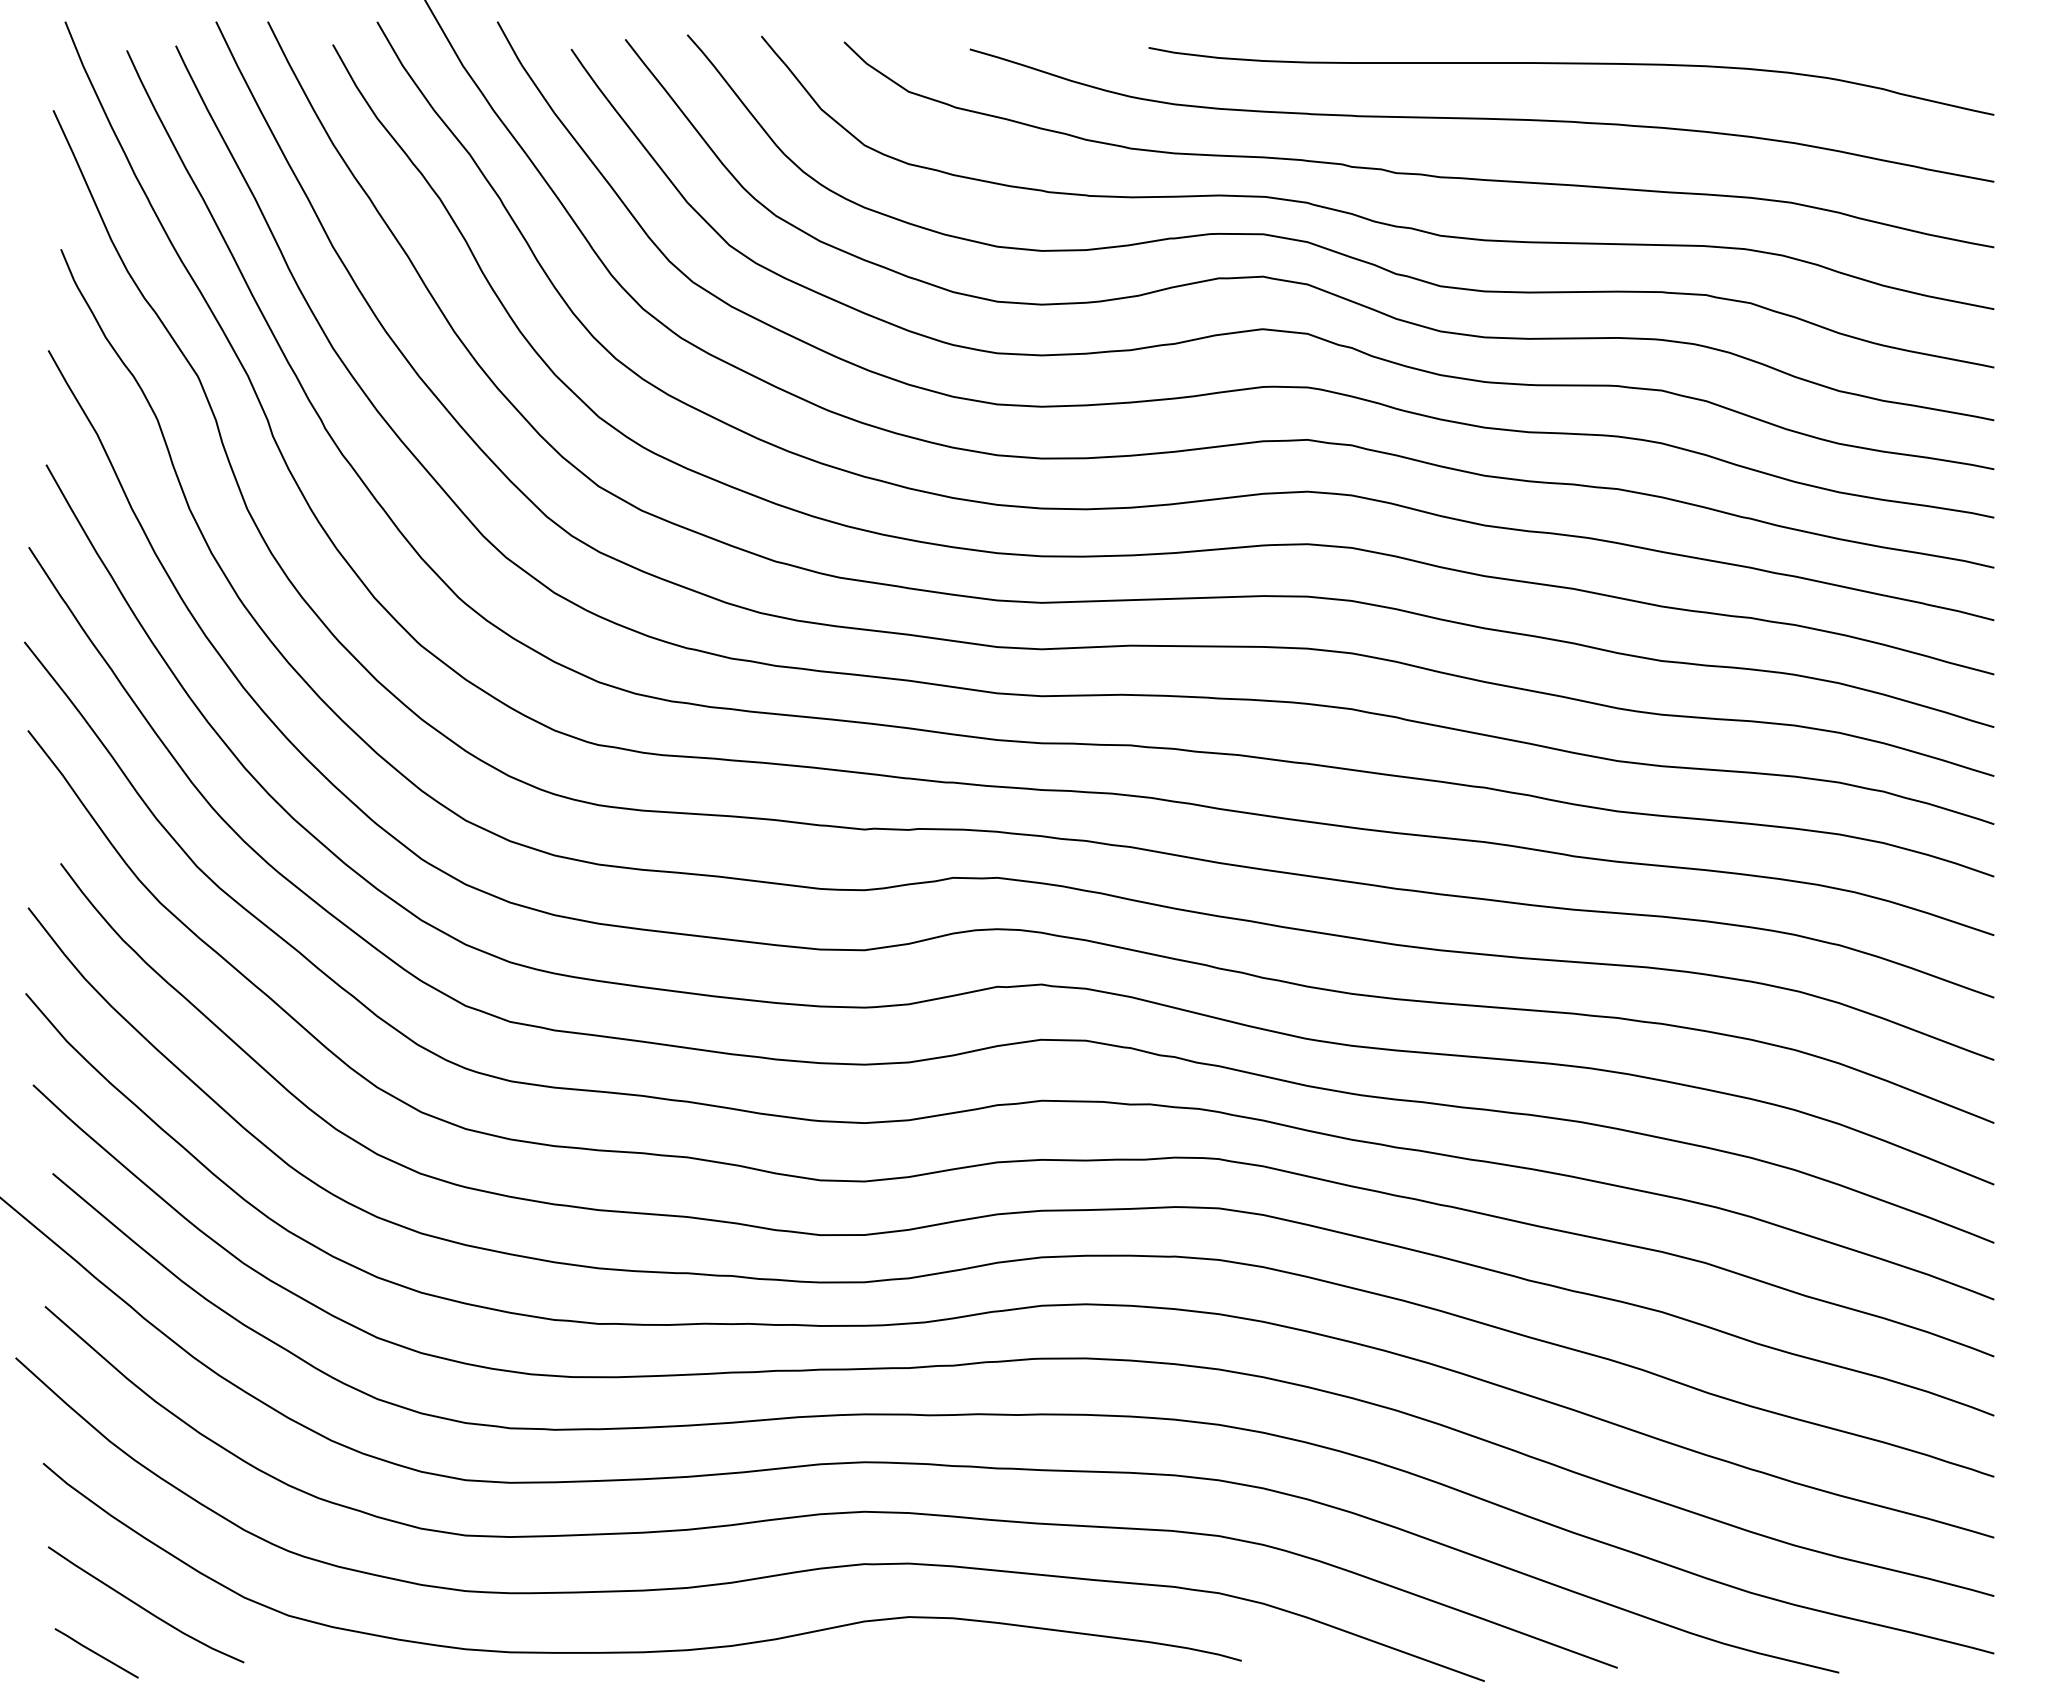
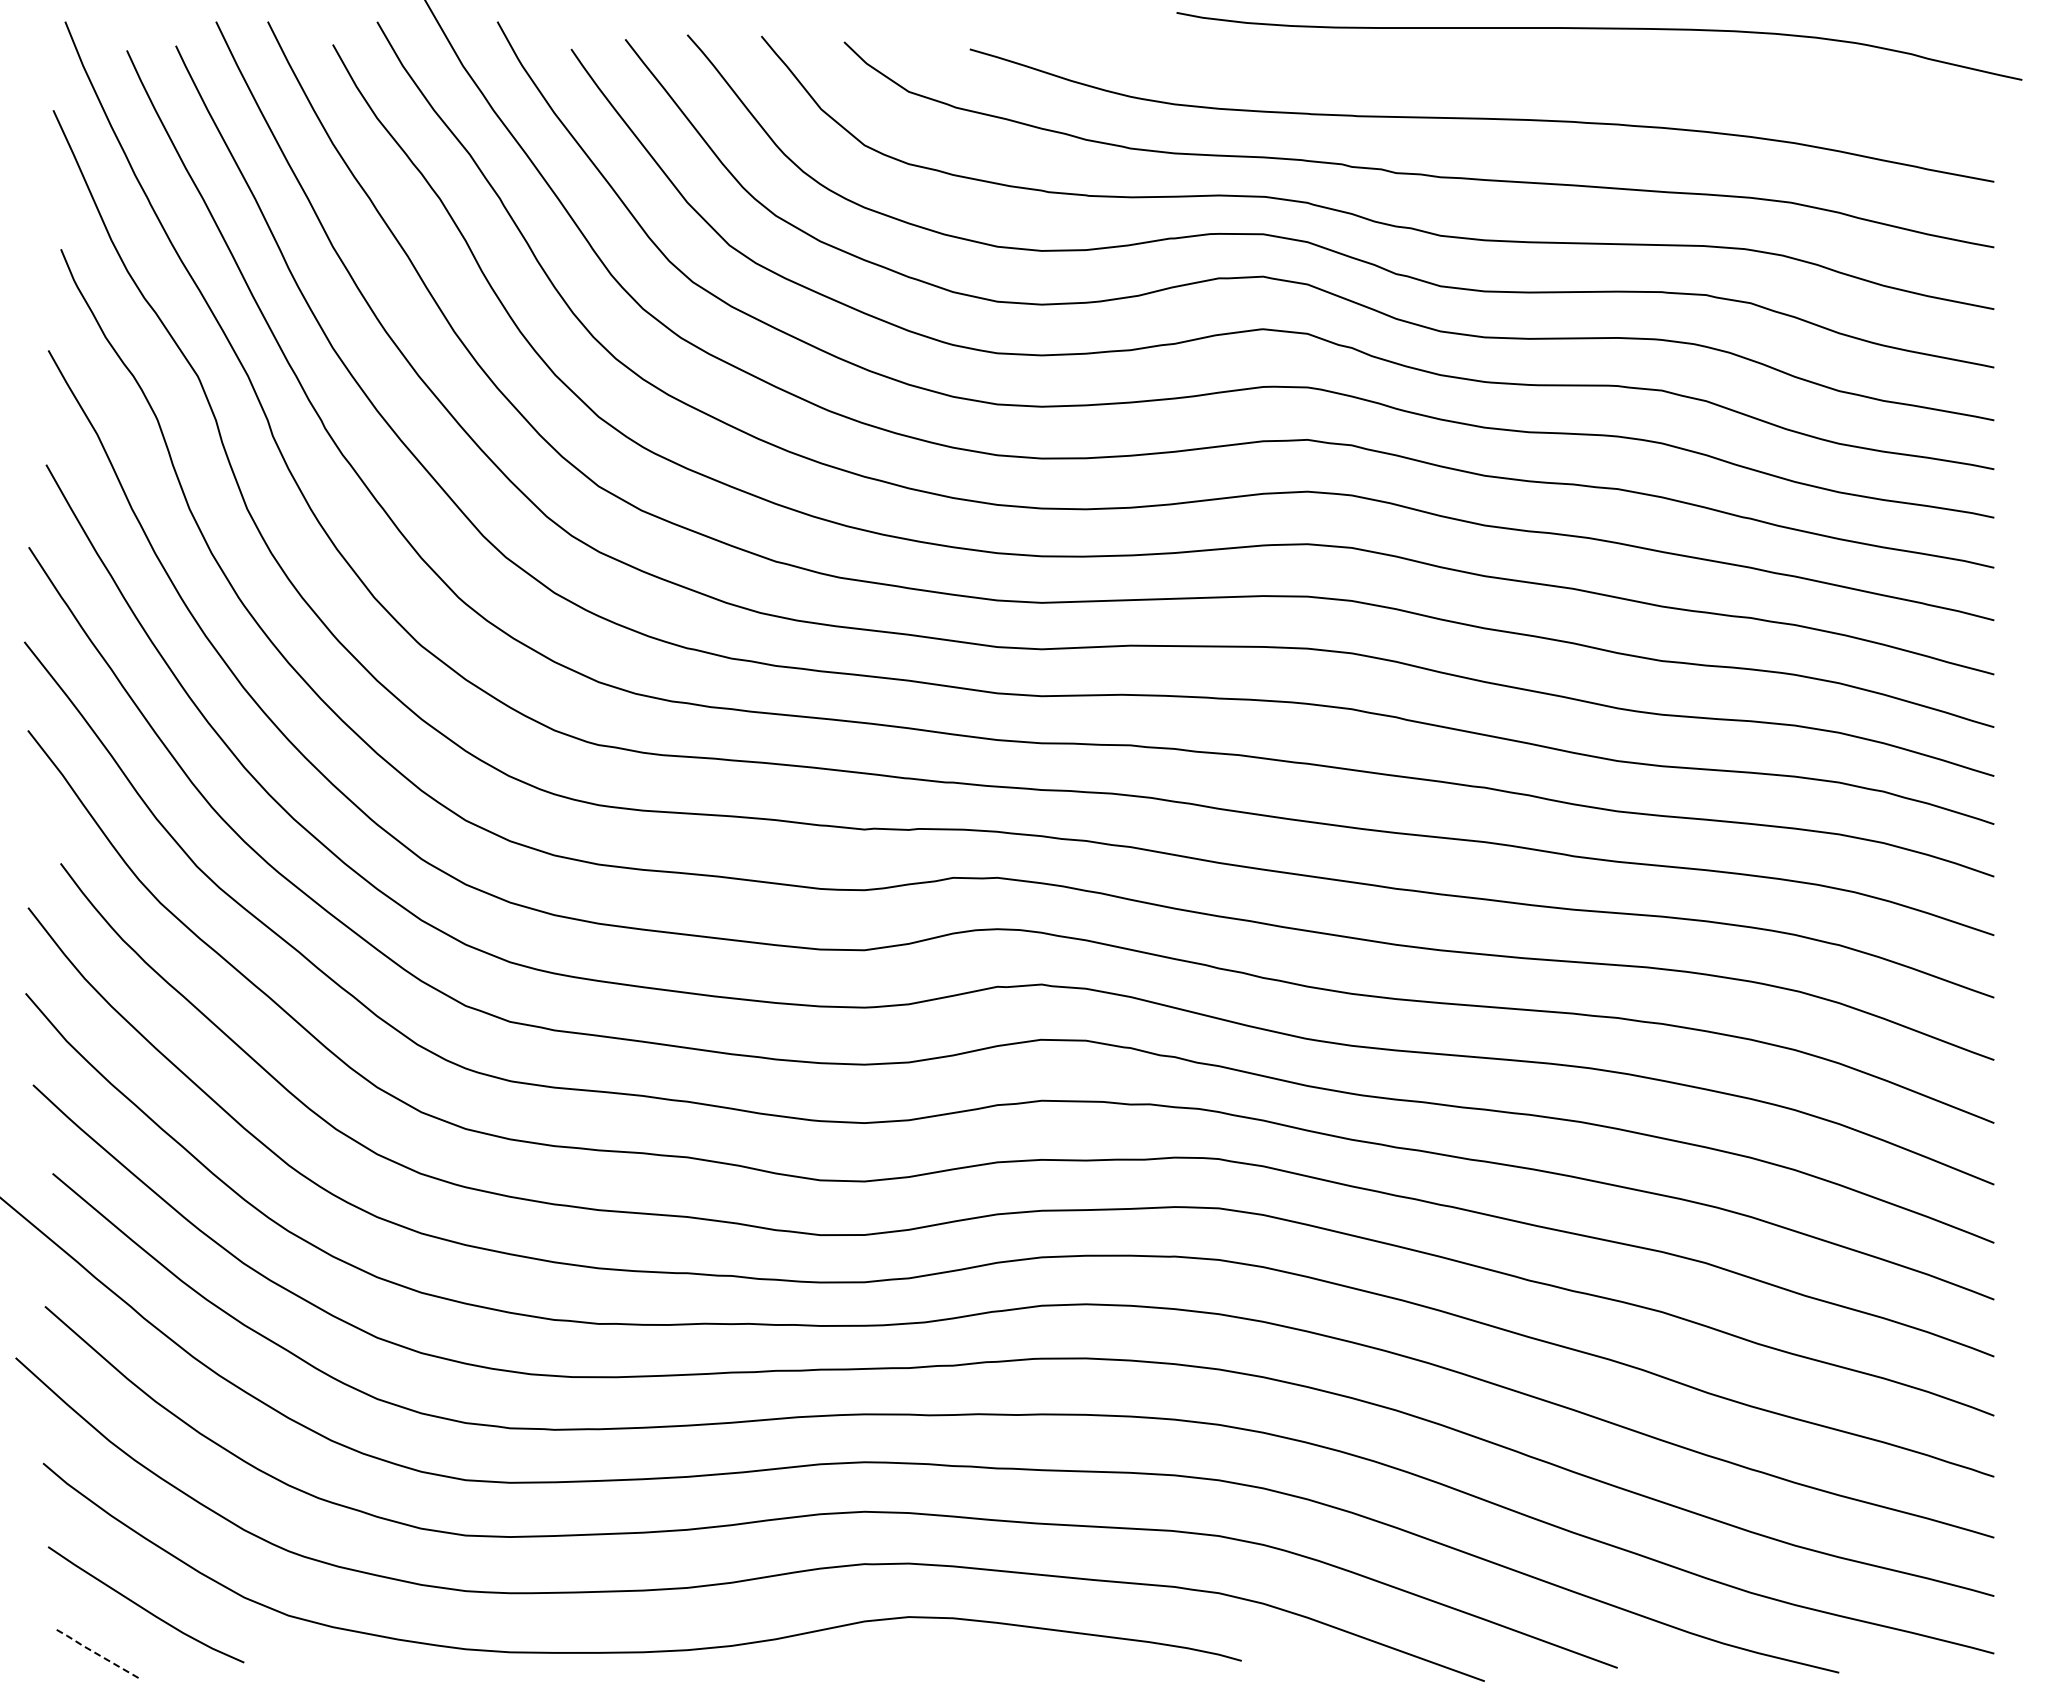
curve at (1571, 64) position: (1571, 64) -> (1599, 29)
line at (94, 1652): solid -> dashed
